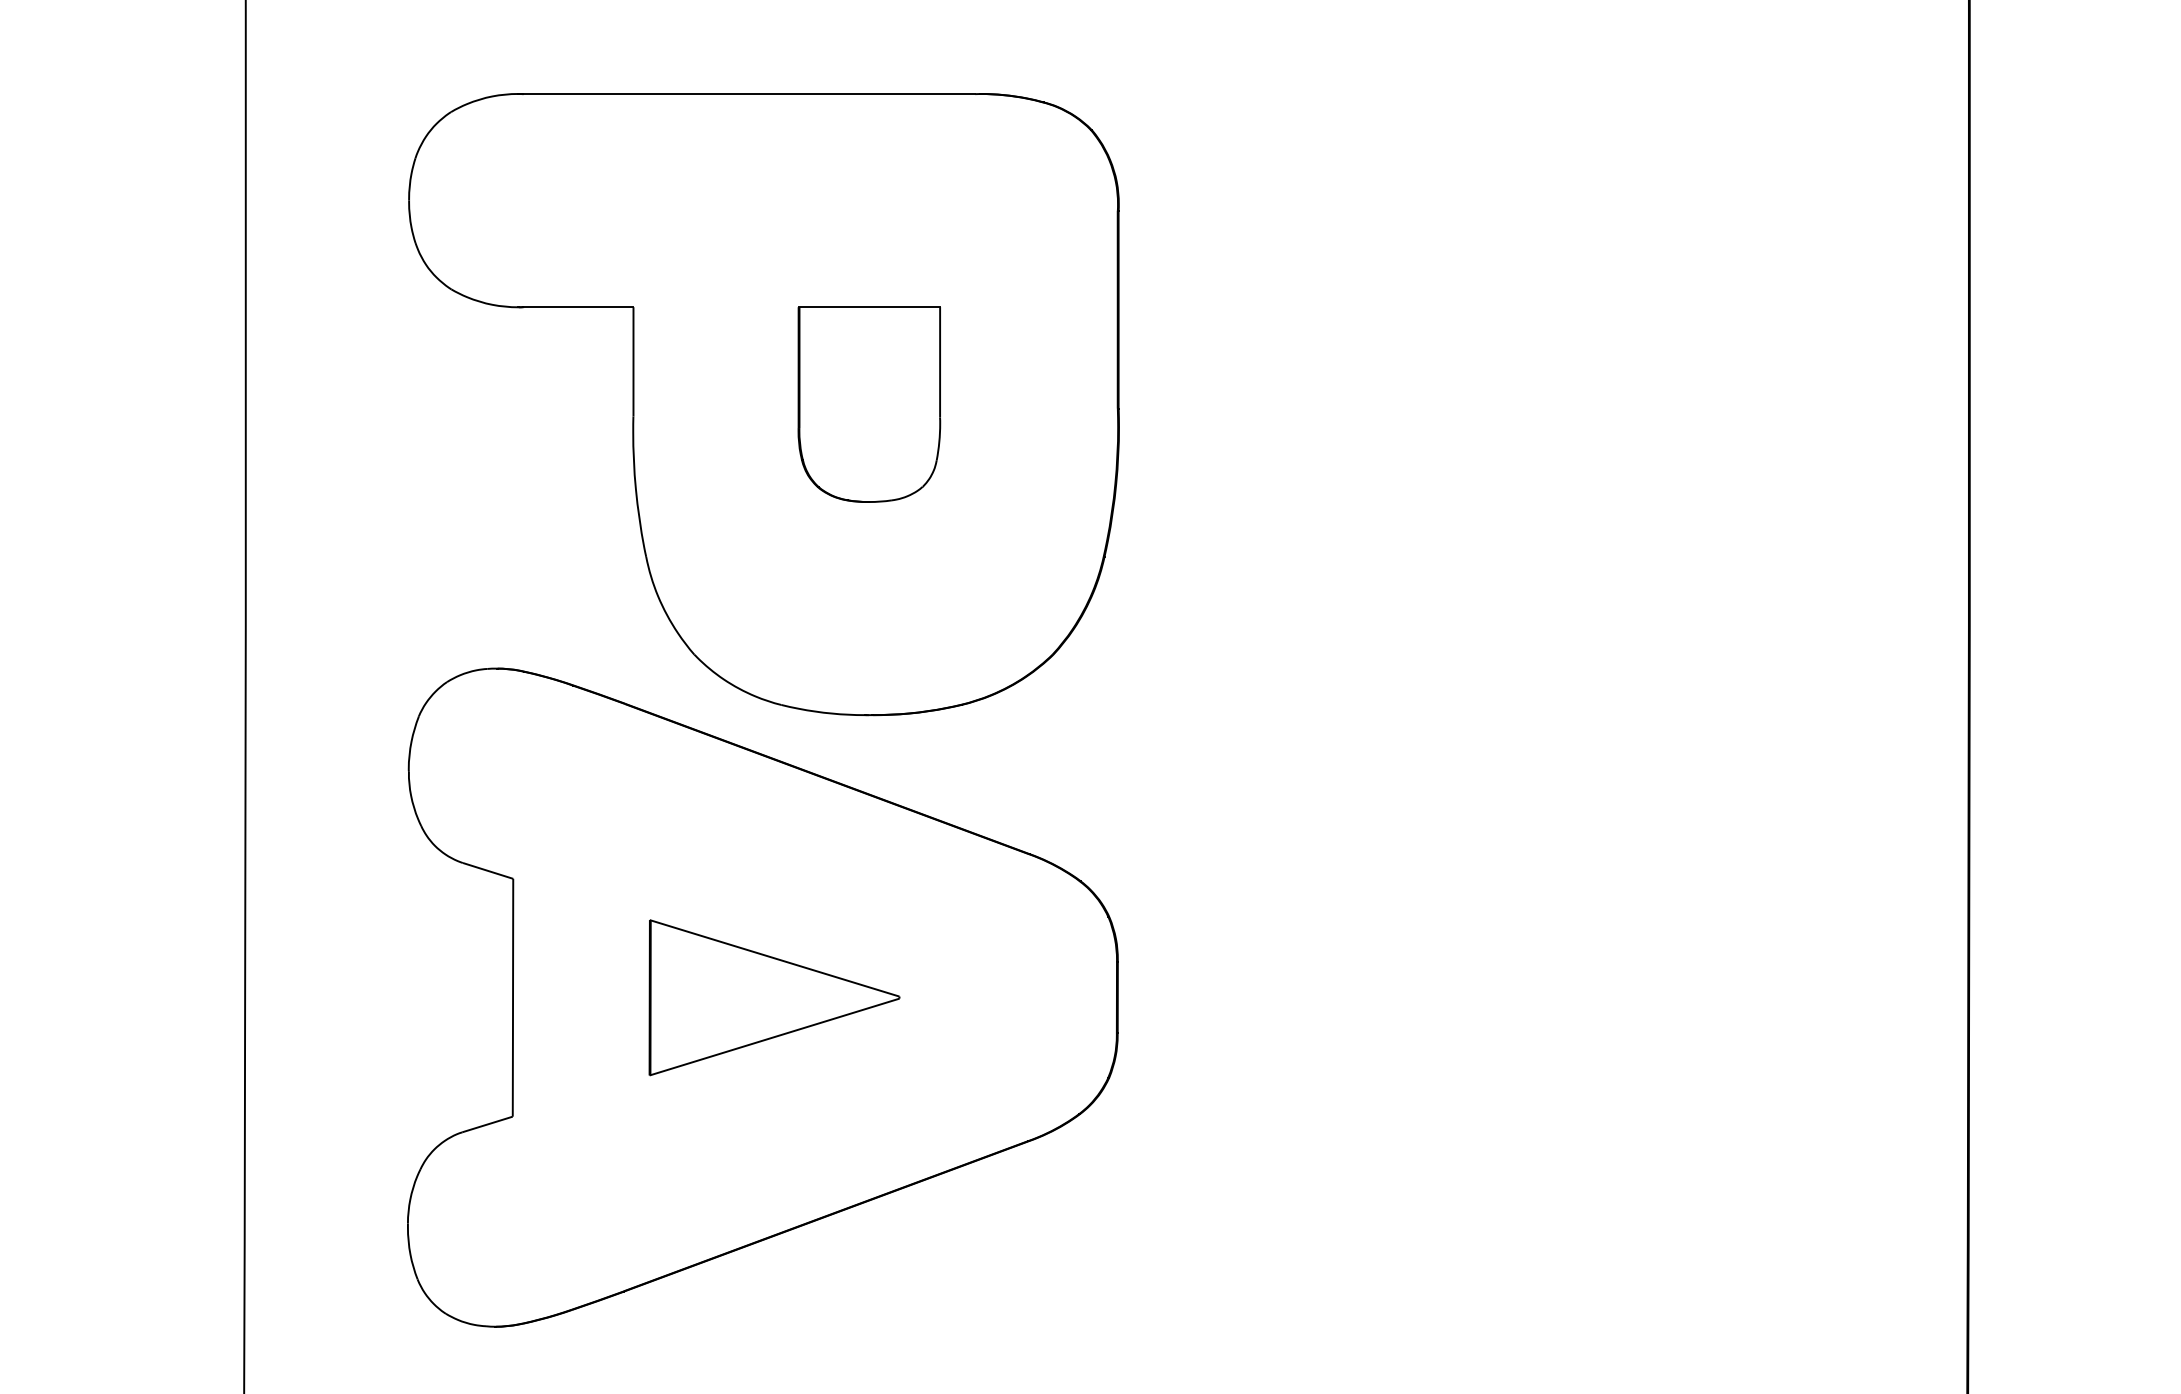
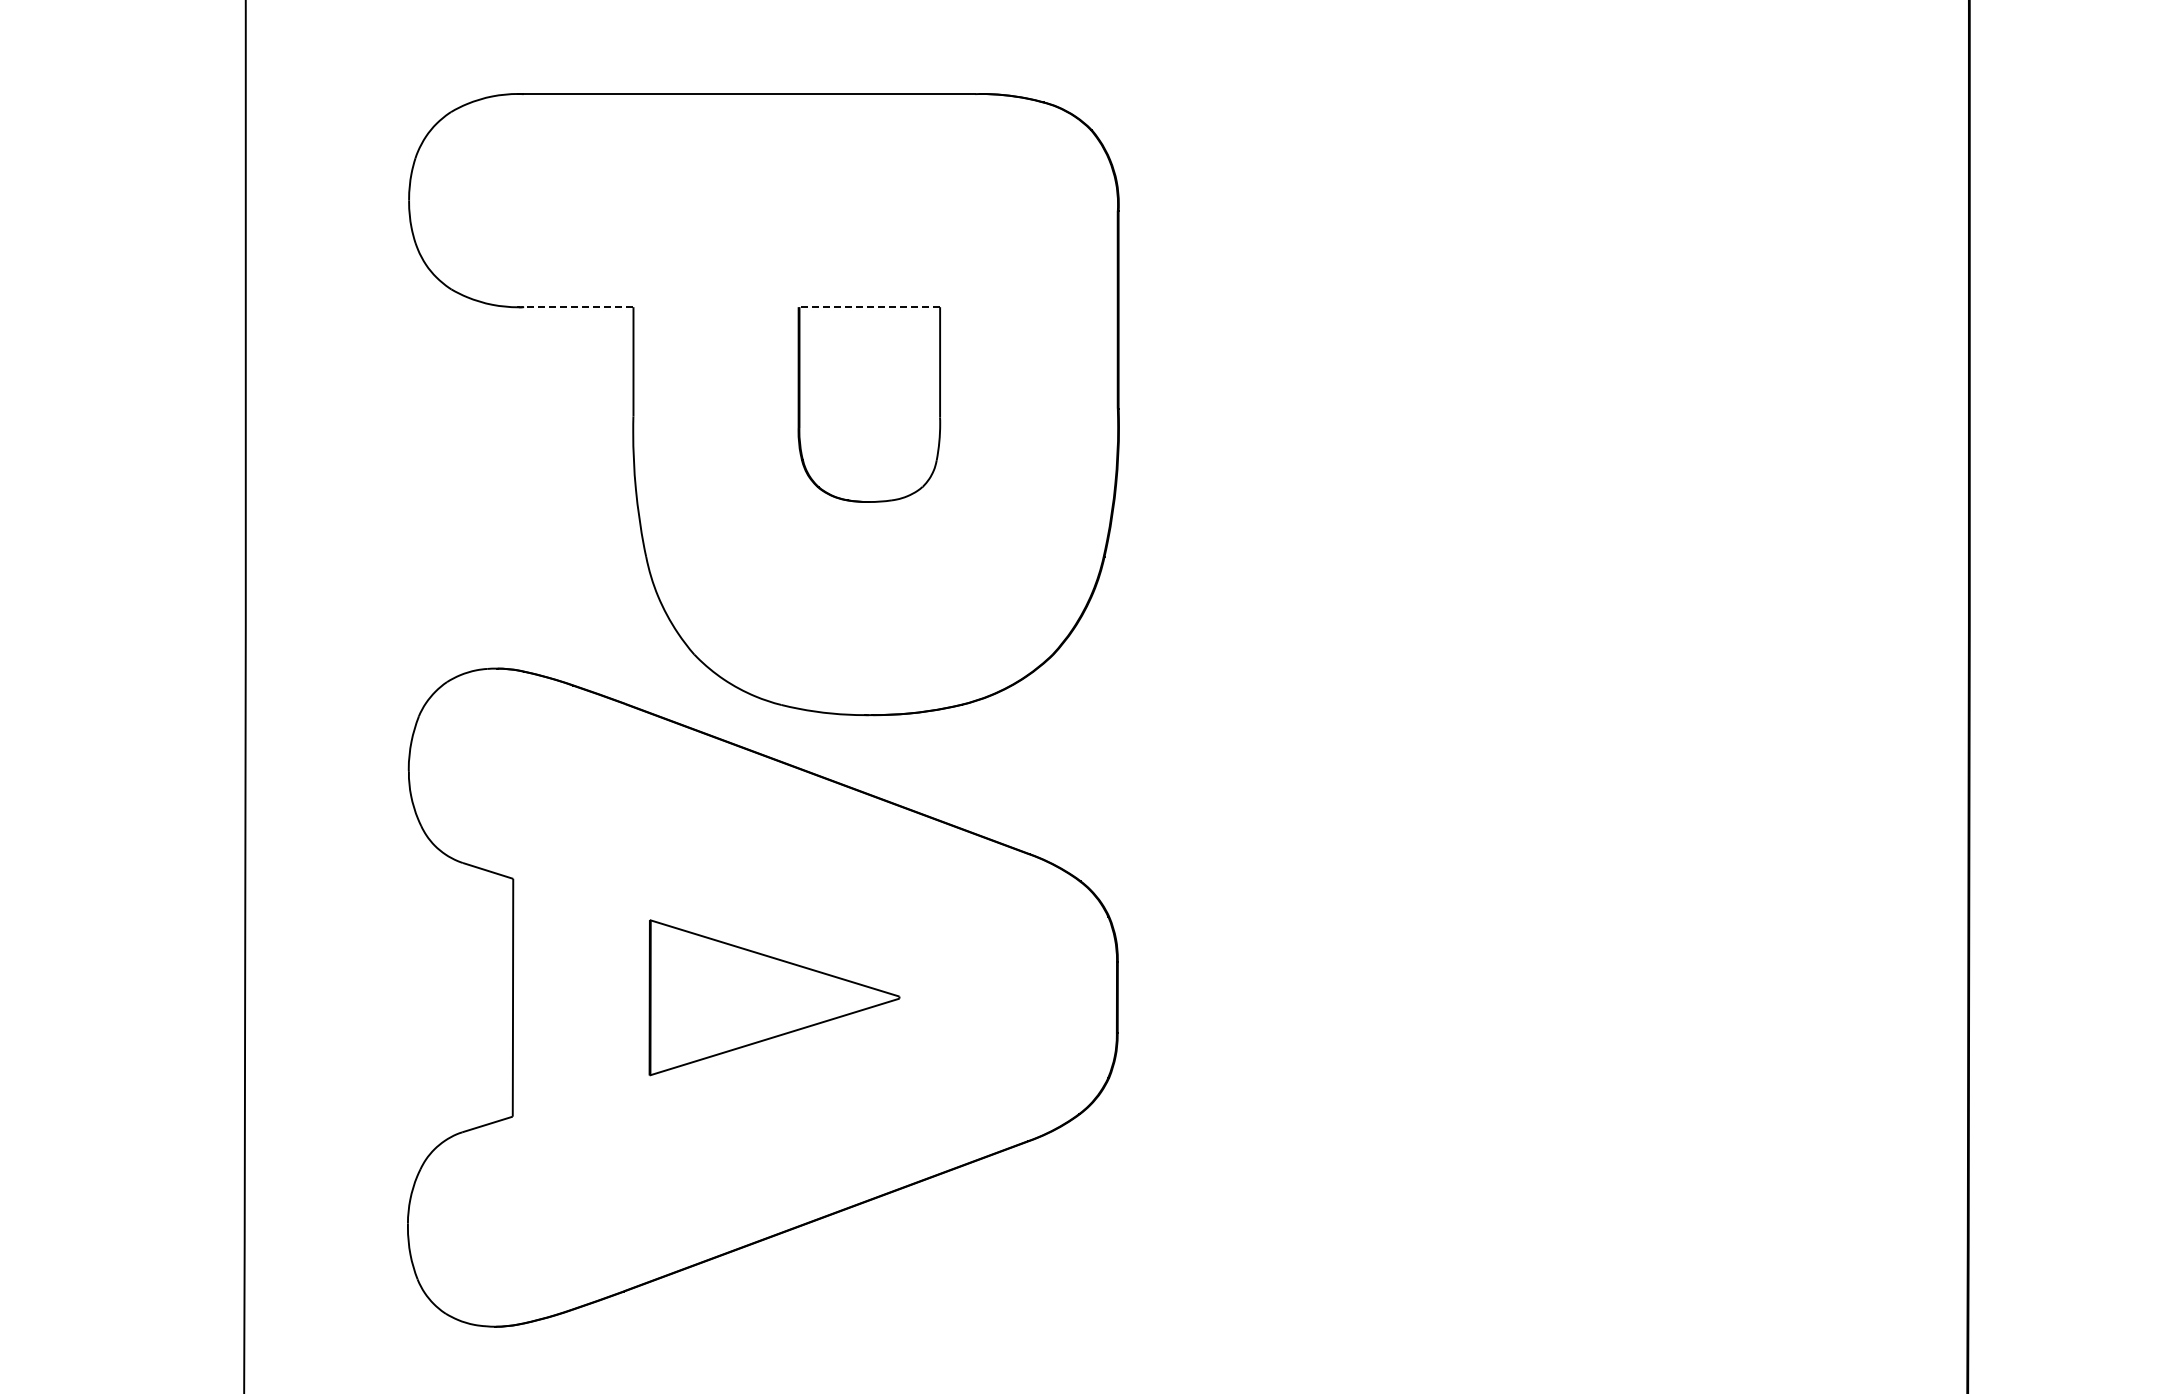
line at (577, 307): solid -> dashed
line at (869, 307): solid -> dashed
